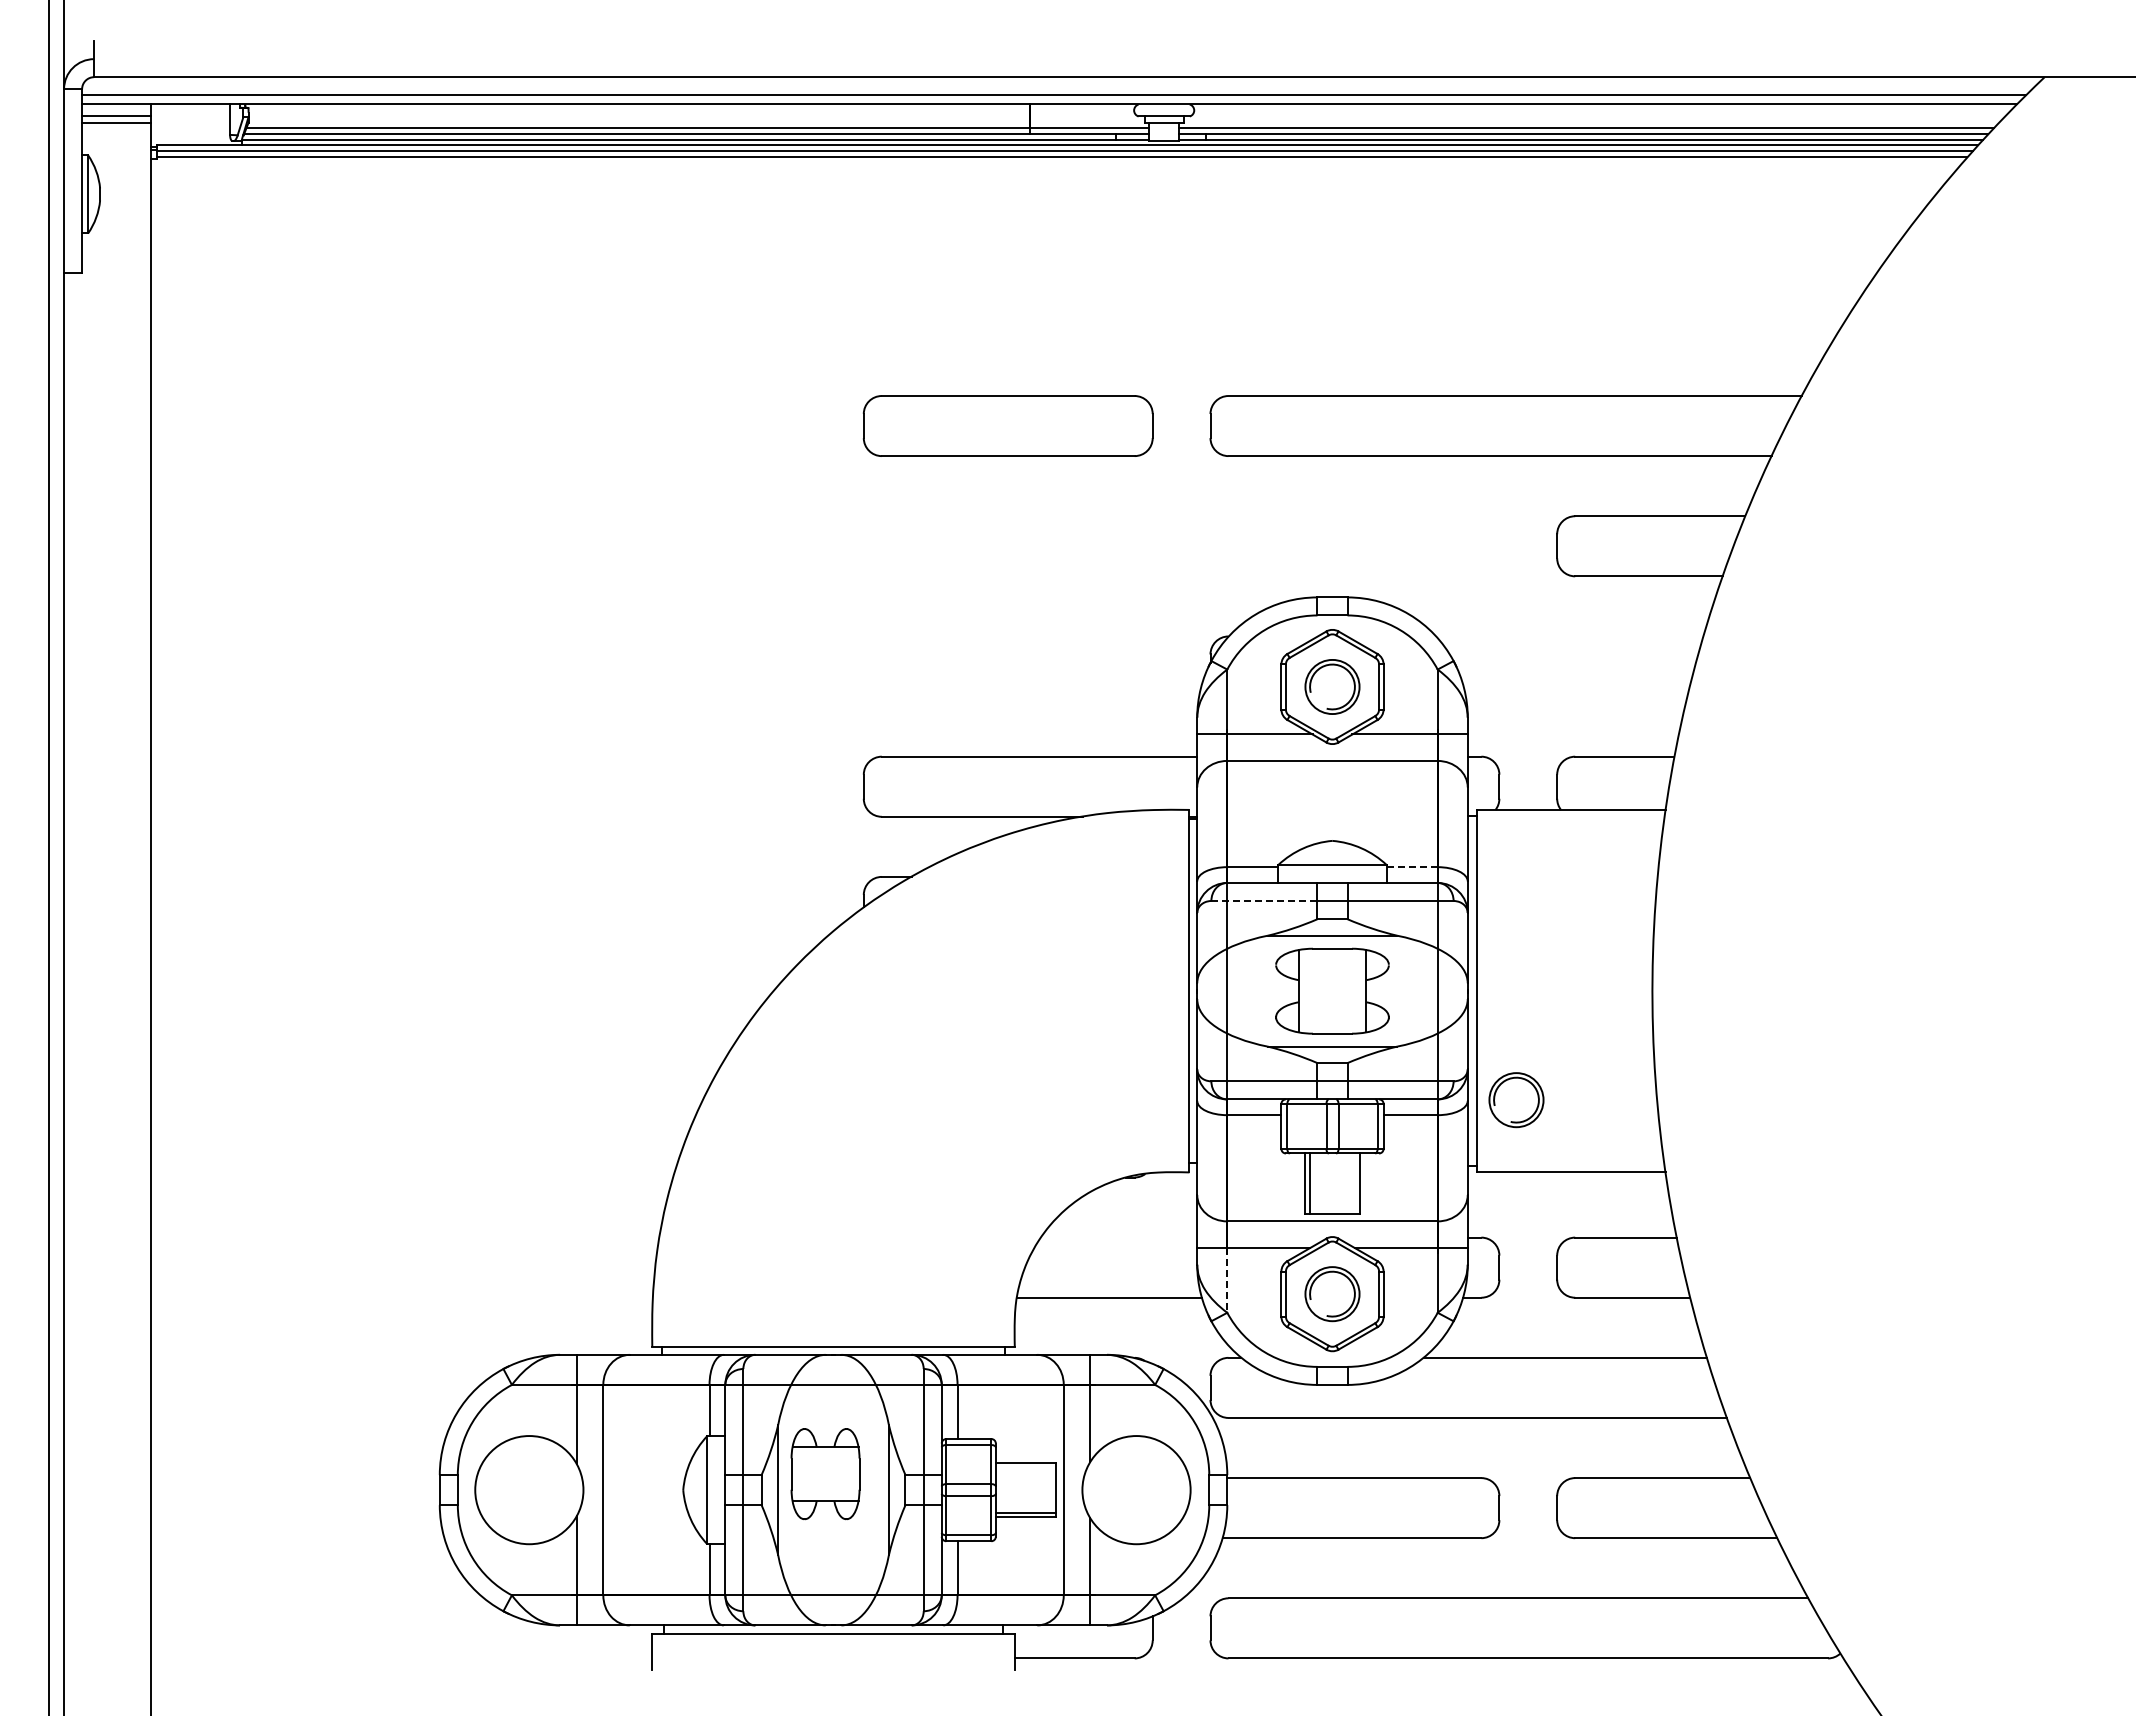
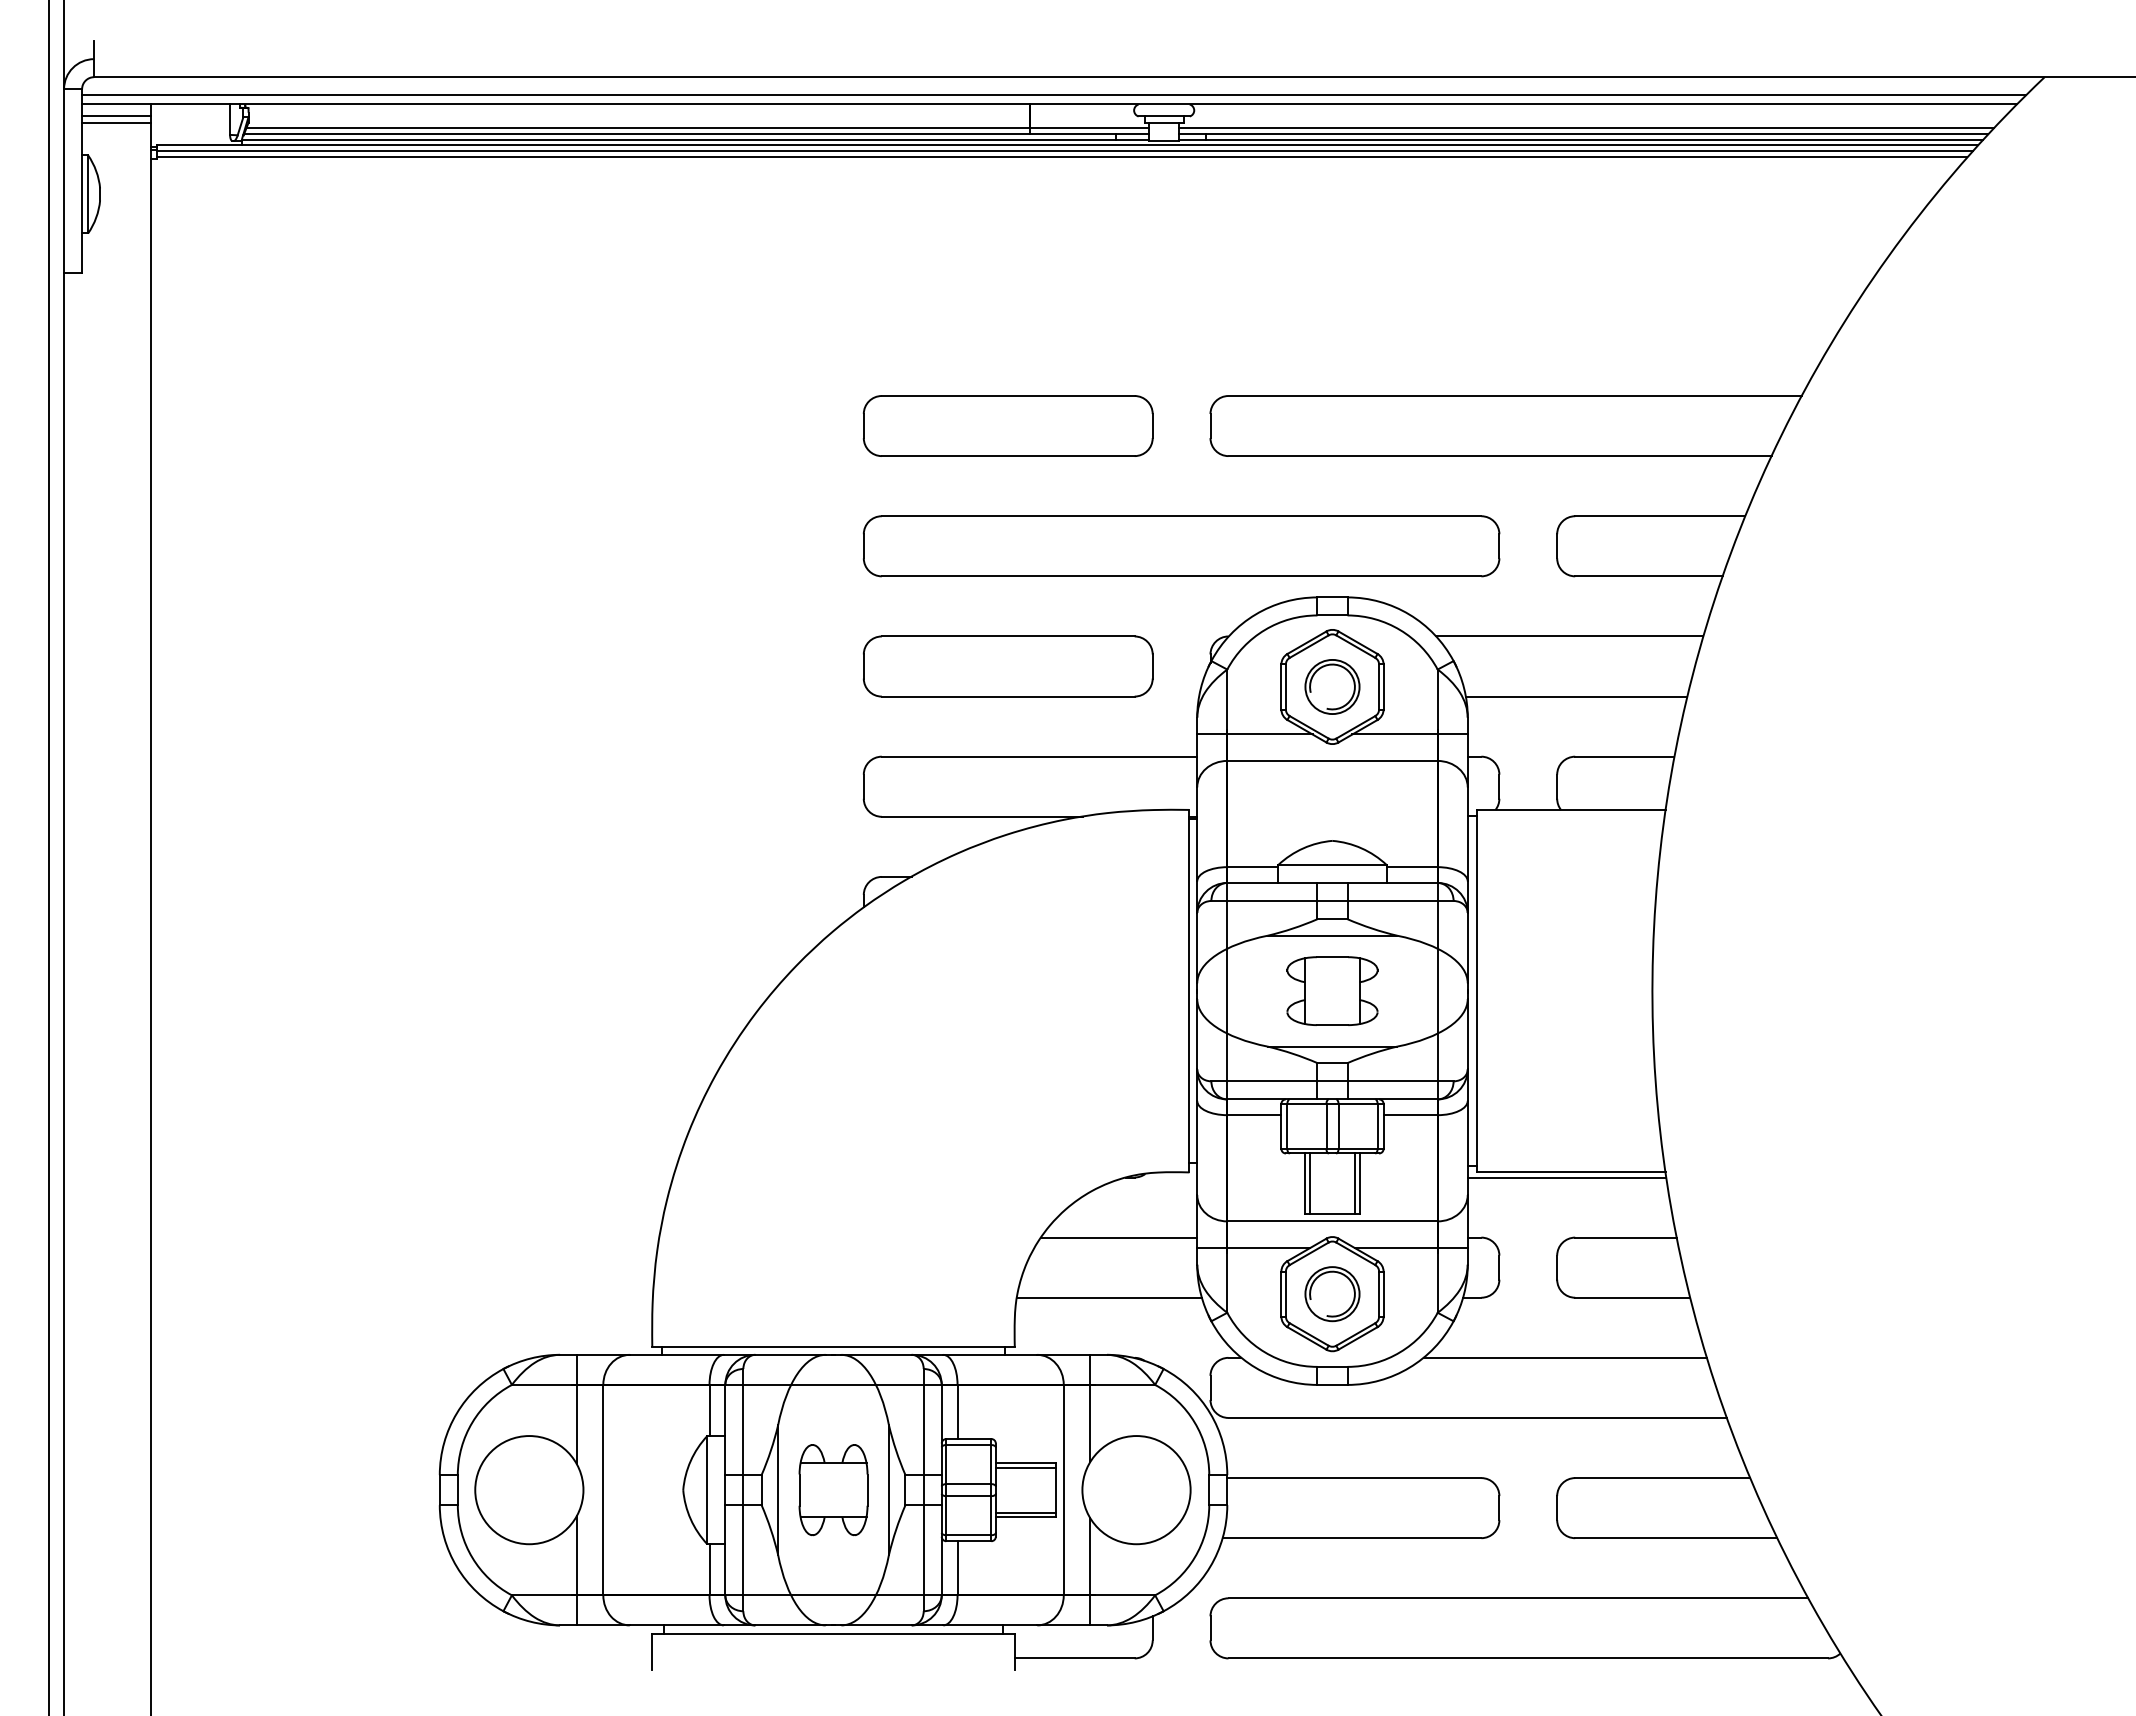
part at (1181, 546): none -> present
line at (1569, 636): none -> present
part at (1007, 666): none -> present
line at (1576, 696): none -> present
line at (1412, 867): dashed -> solid
line at (1264, 901): dashed -> solid
part at (1332, 990) size: 115x88 px -> 93x70 px
part at (1516, 1100): present -> none
line at (1566, 1177): none -> present
line at (1354, 1183): none -> present
line at (1118, 1237): none -> present
line at (1227, 1280): dashed -> solid
line at (1025, 1467): none -> present
part at (825, 1474) position: (825, 1474) -> (833, 1490)
